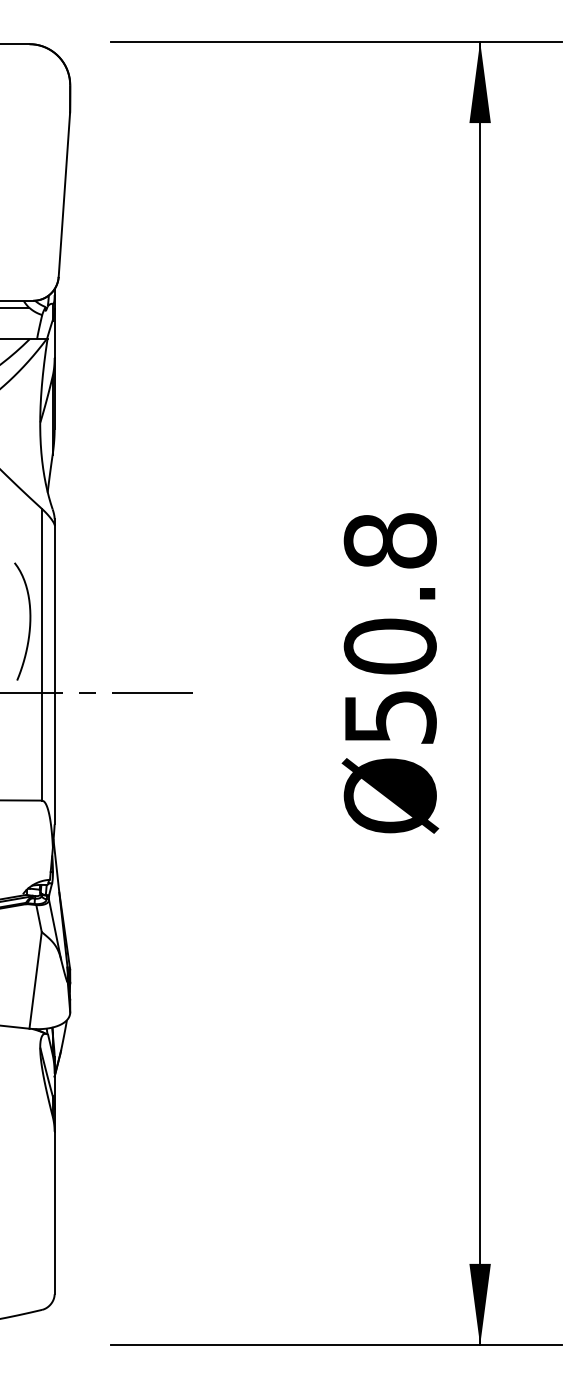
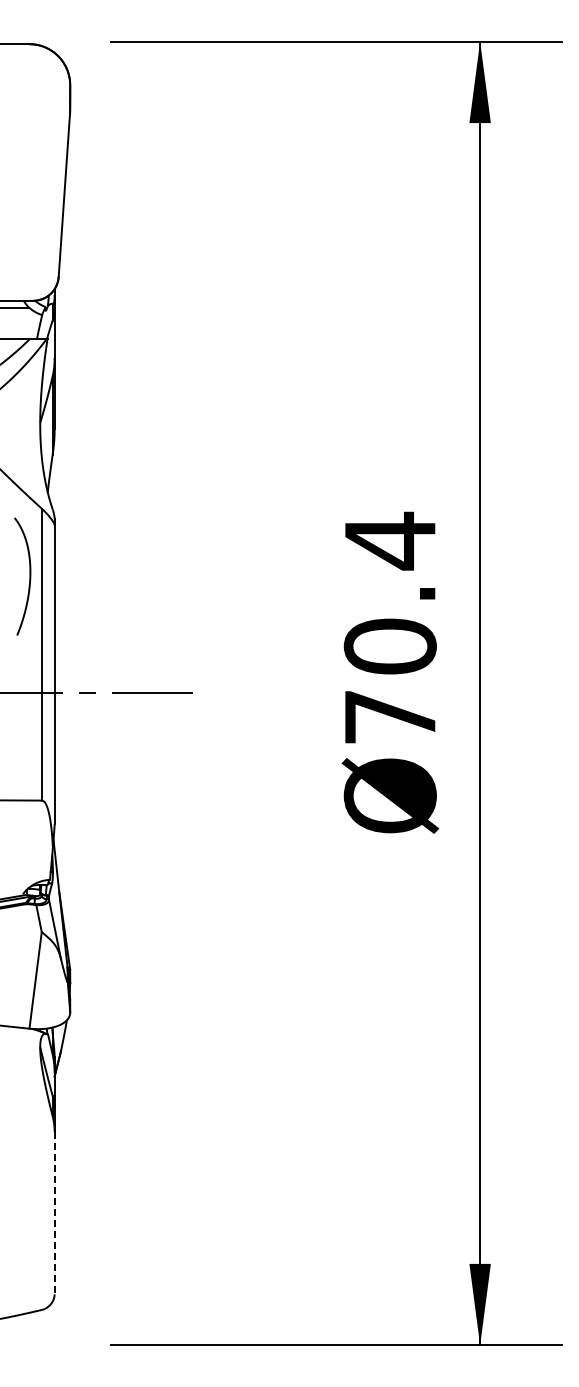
curve at (29, 621) position: (29, 621) -> (29, 576)
text at (389, 627): Ø50.8 -> Ø70.4
line at (54, 1213): solid -> dashed
